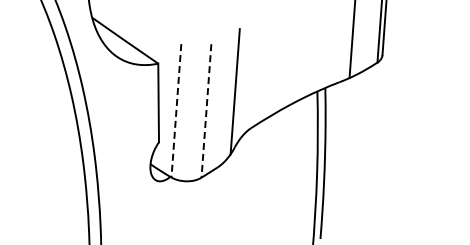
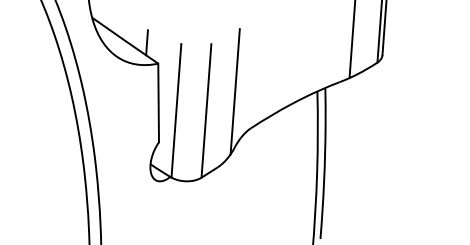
line at (146, 42): none -> present
line at (176, 110): dashed -> solid
line at (206, 110): dashed -> solid
